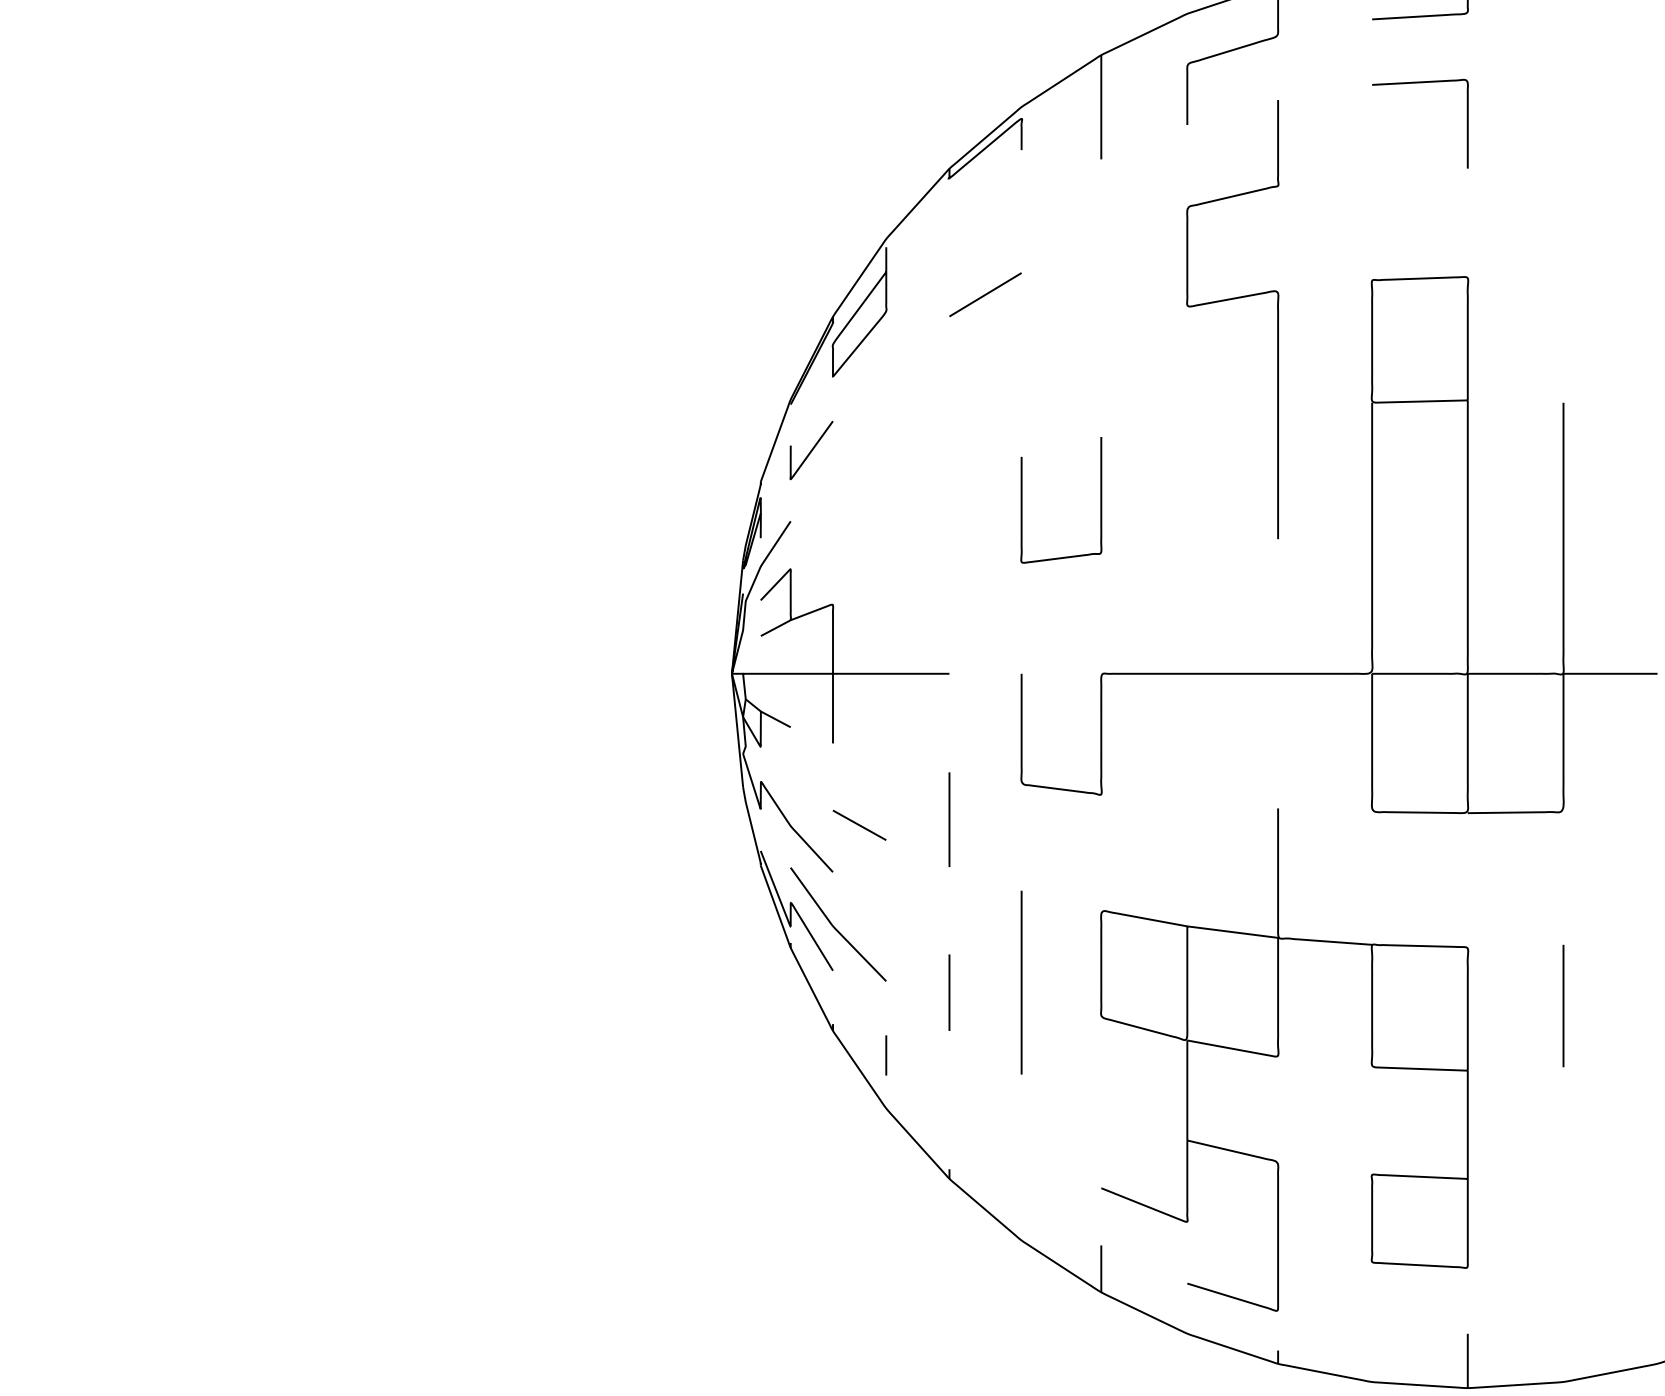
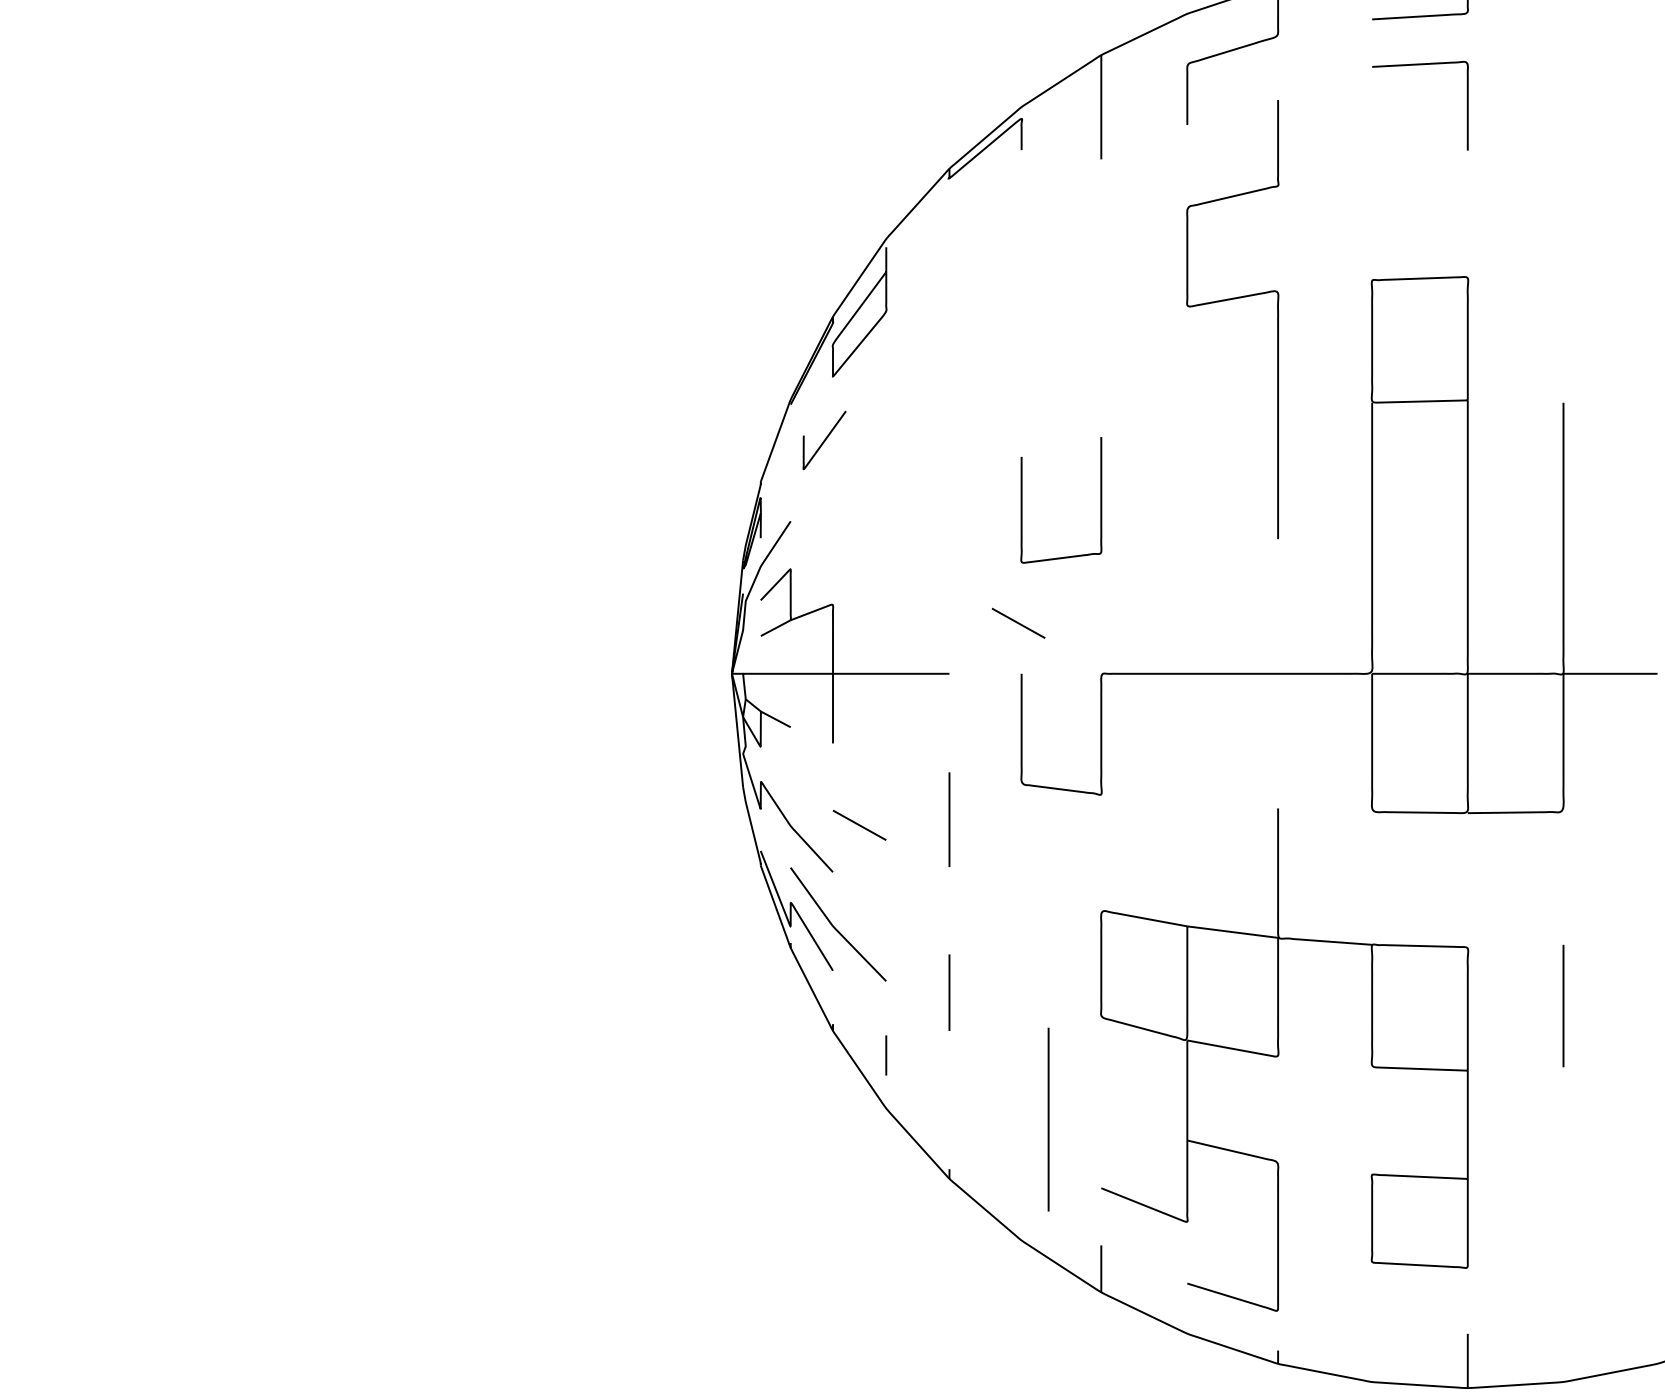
curve at (1420, 83) position: (1420, 83) -> (1420, 65)
line at (985, 294): present -> none
curve at (811, 450) position: (811, 450) -> (824, 440)
line at (1018, 622): none -> present
line at (1021, 982) position: (1021, 982) -> (1048, 1119)
